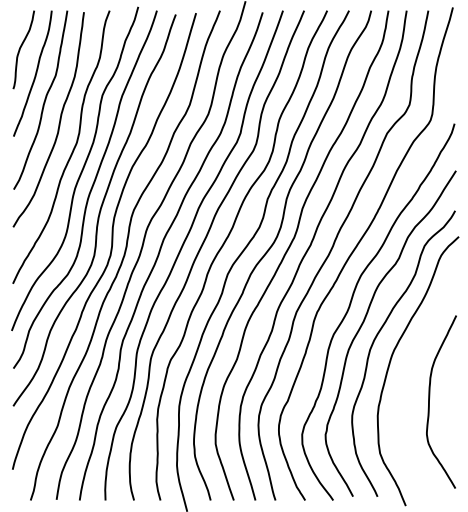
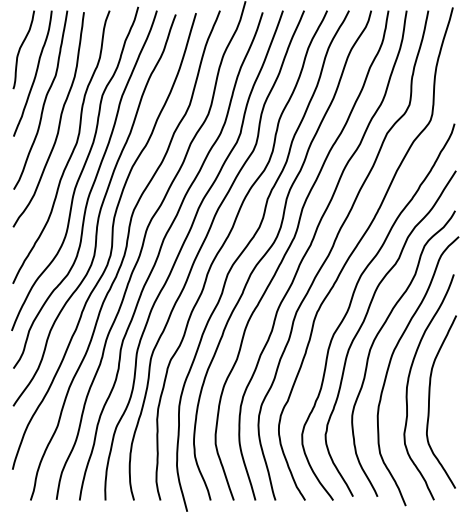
curve at (408, 385): none -> present
